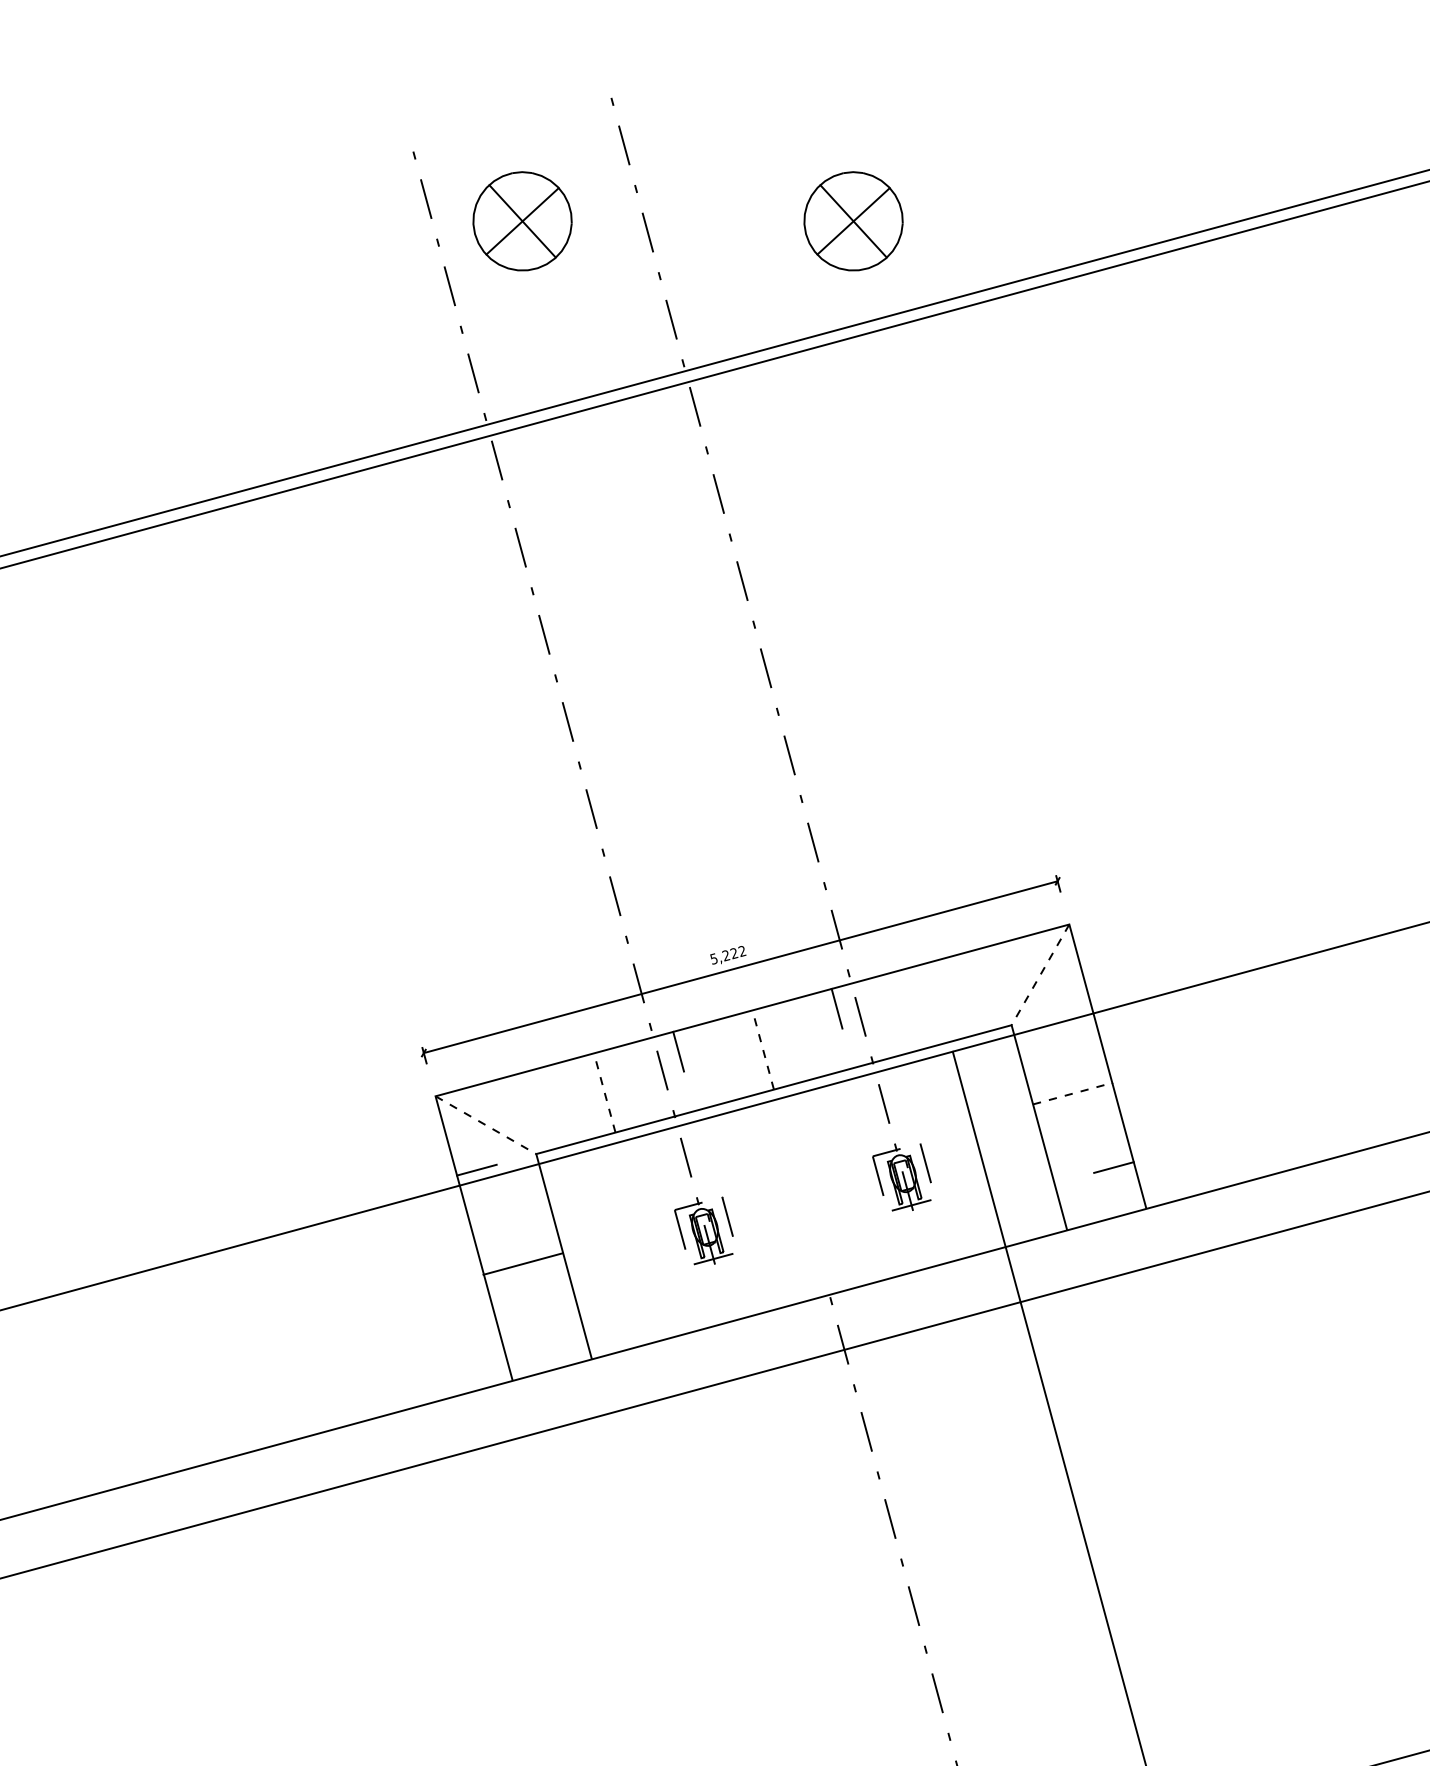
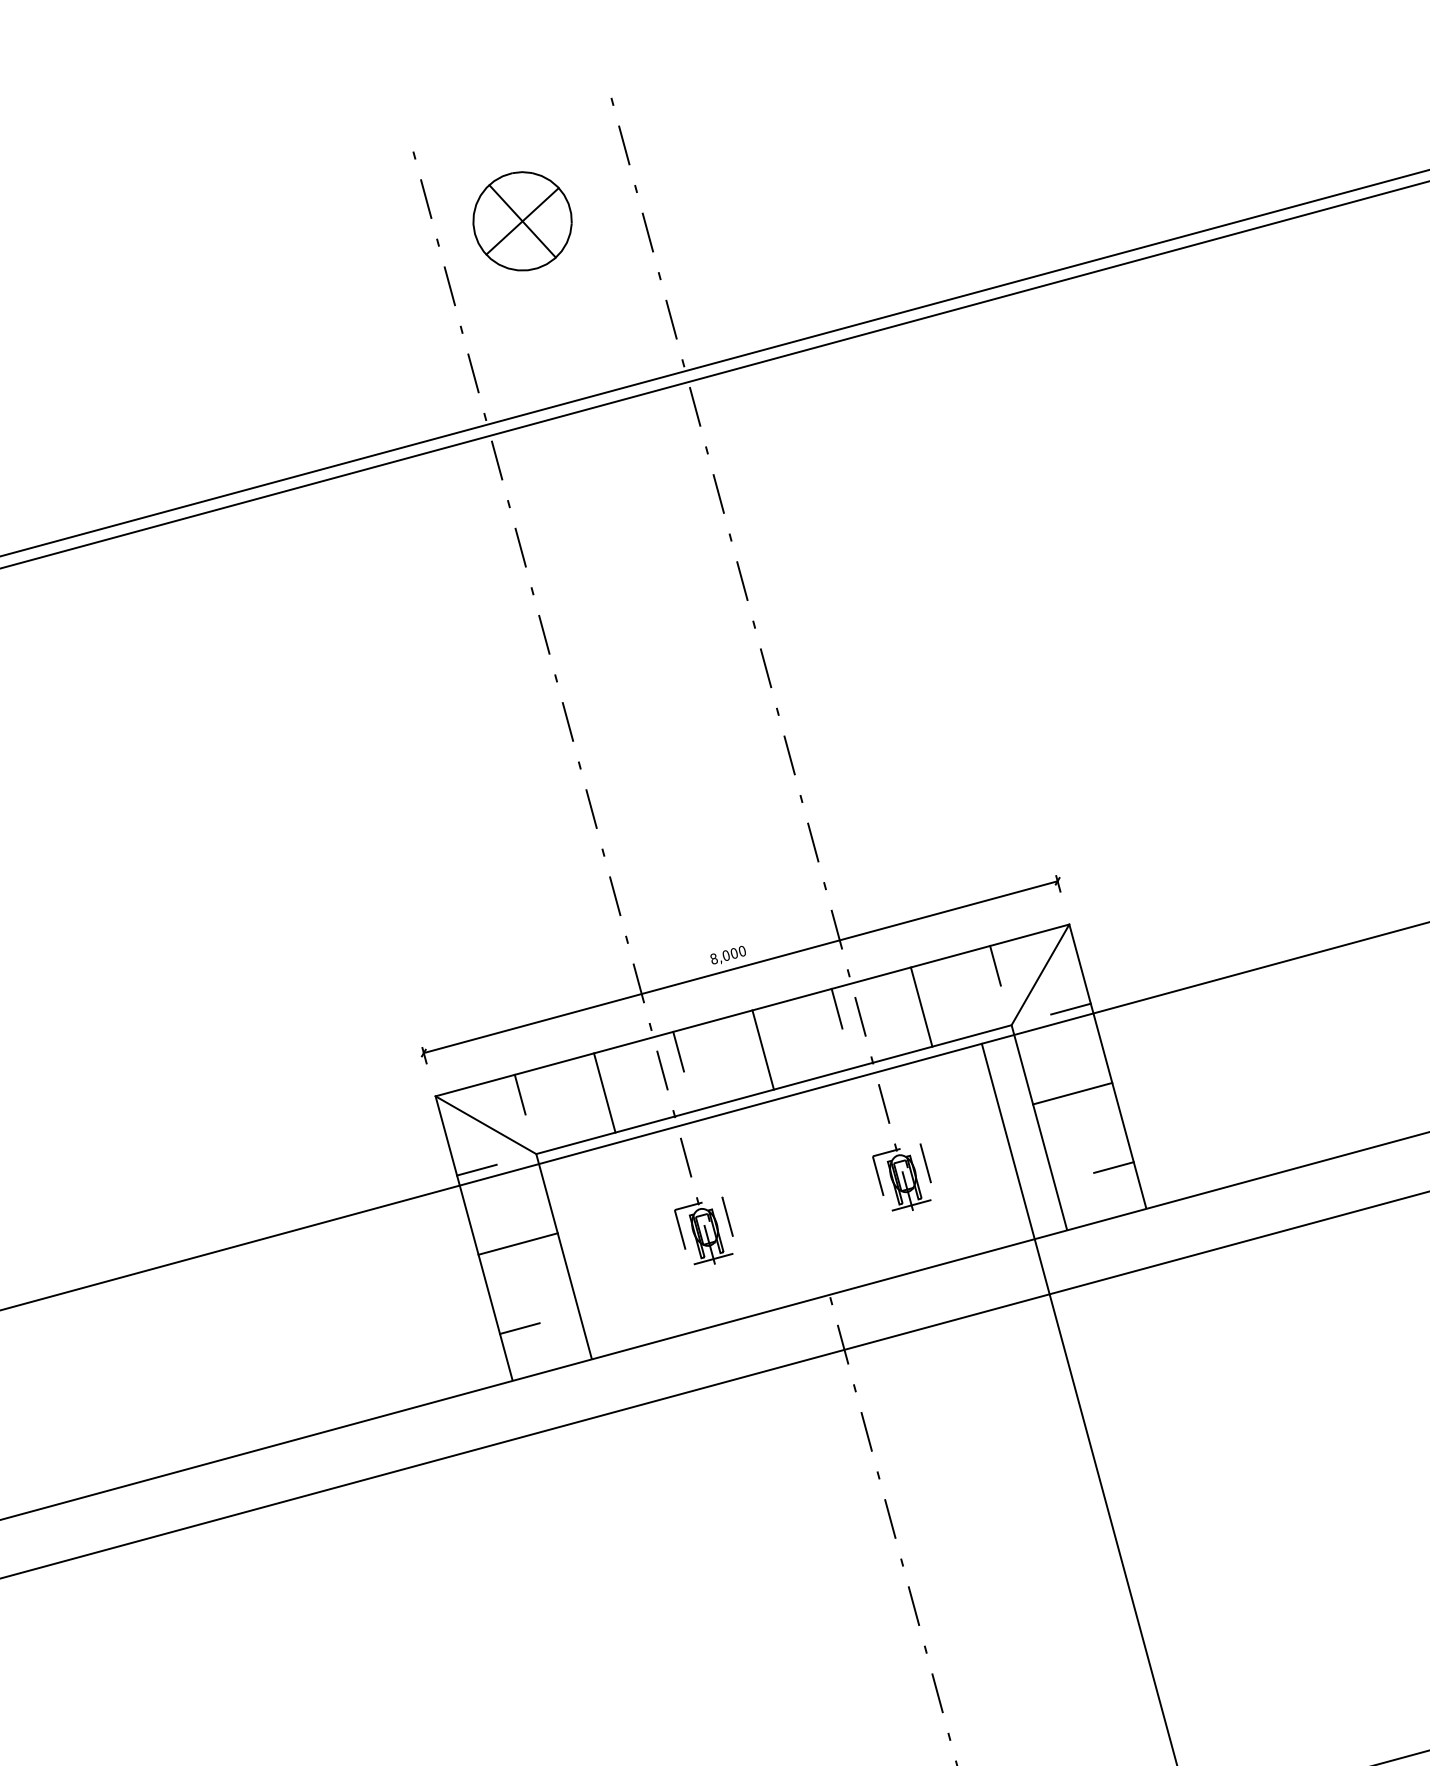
part at (853, 221): present -> none
text at (728, 955): 5,222 -> 8,000
line at (995, 965): none -> present
line at (1040, 975): dashed -> solid
line at (921, 1006): none -> present
line at (1070, 1008): none -> present
line at (763, 1049): dashed -> solid
line at (604, 1092): dashed -> solid
line at (1073, 1093): dashed -> solid
line at (519, 1094): none -> present
line at (486, 1125): dashed -> solid
line at (522, 1263) position: (522, 1263) -> (517, 1243)
line at (519, 1328): none -> present
line at (1048, 1406) position: (1048, 1406) -> (1078, 1402)
